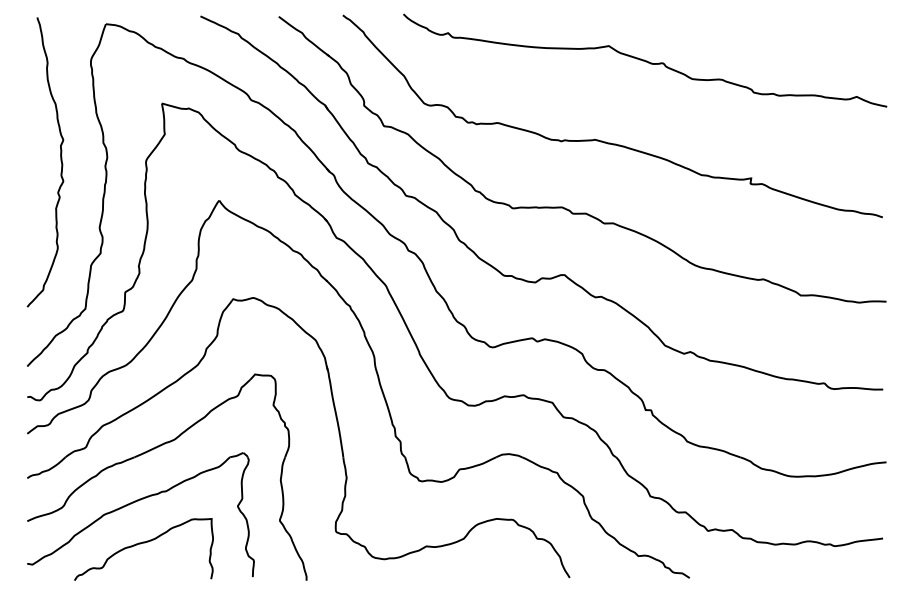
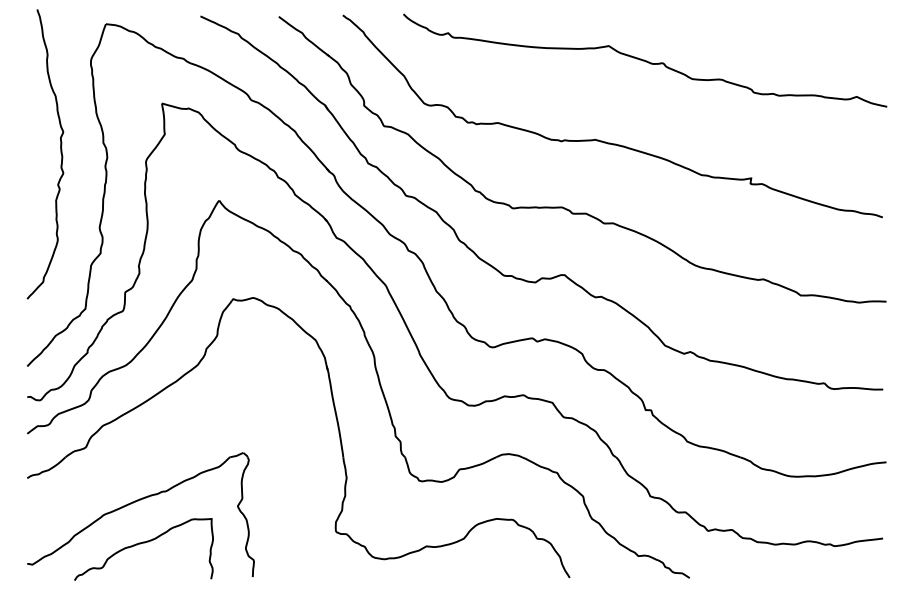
curve at (60, 161) position: (60, 161) -> (60, 153)
part at (154, 449): present -> none
